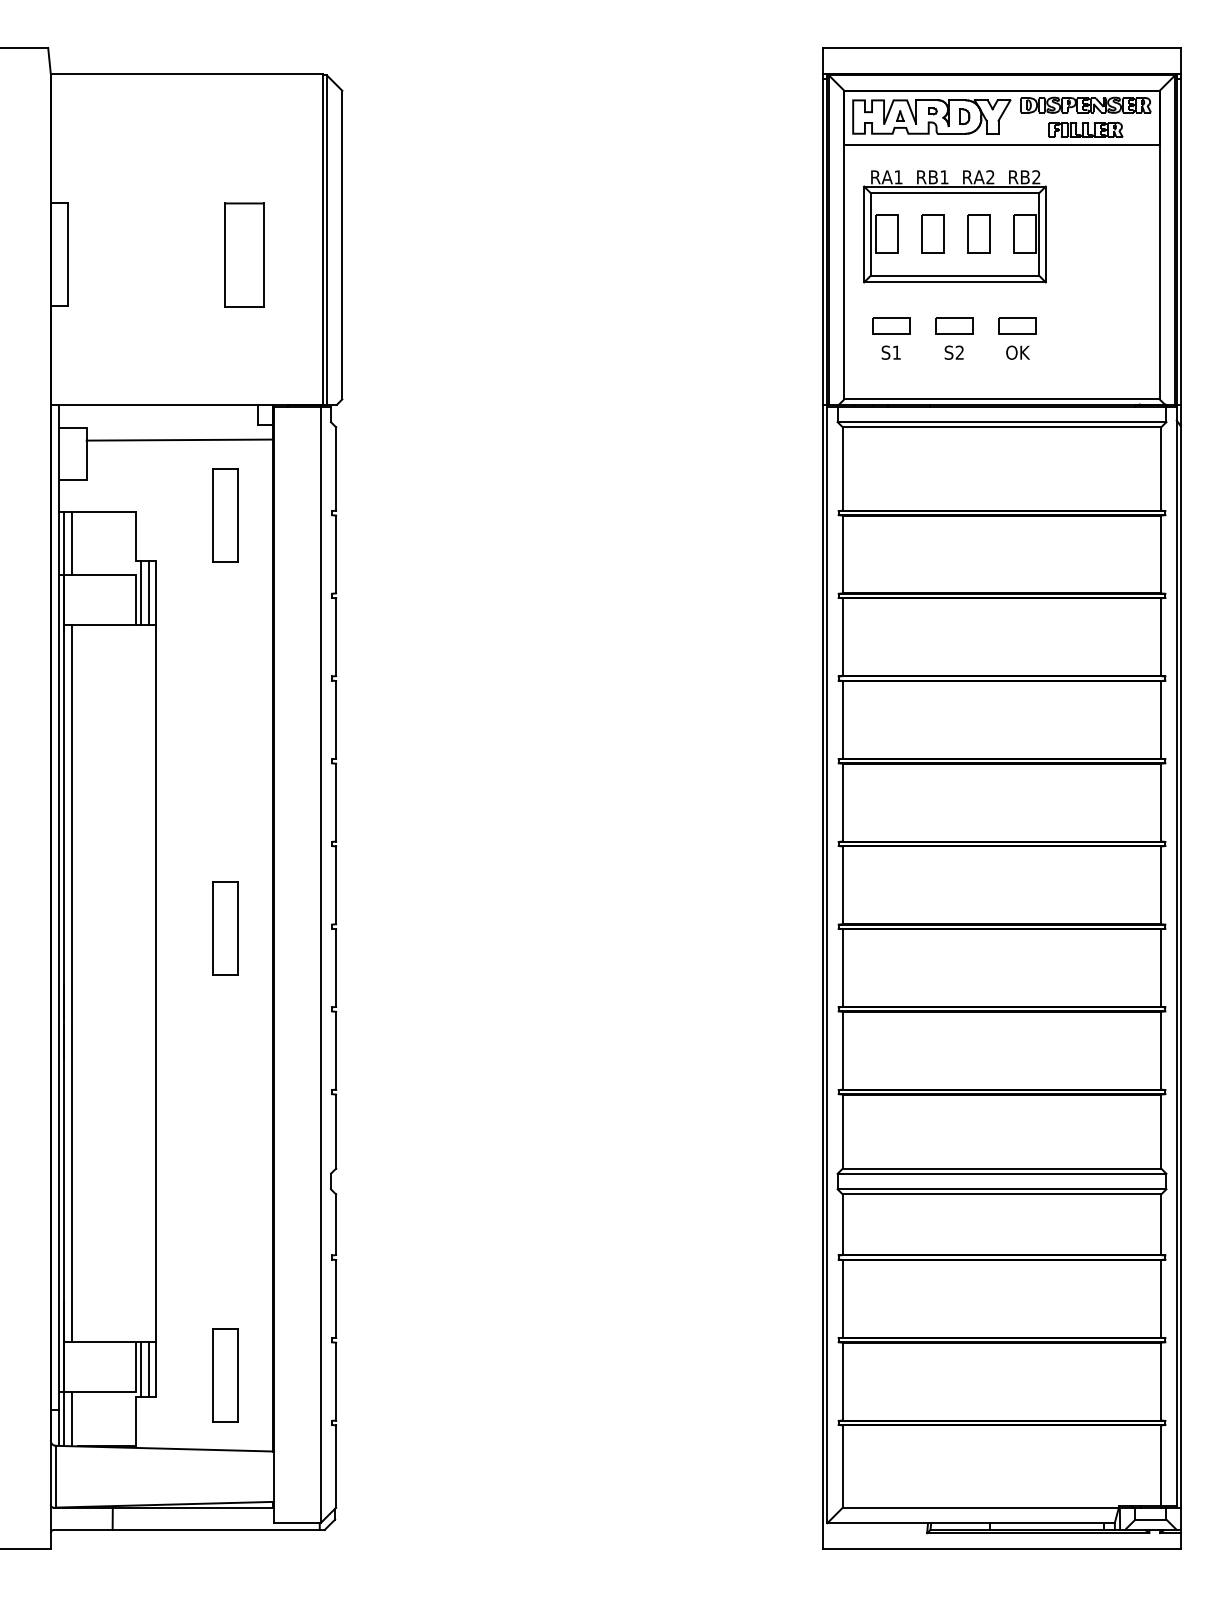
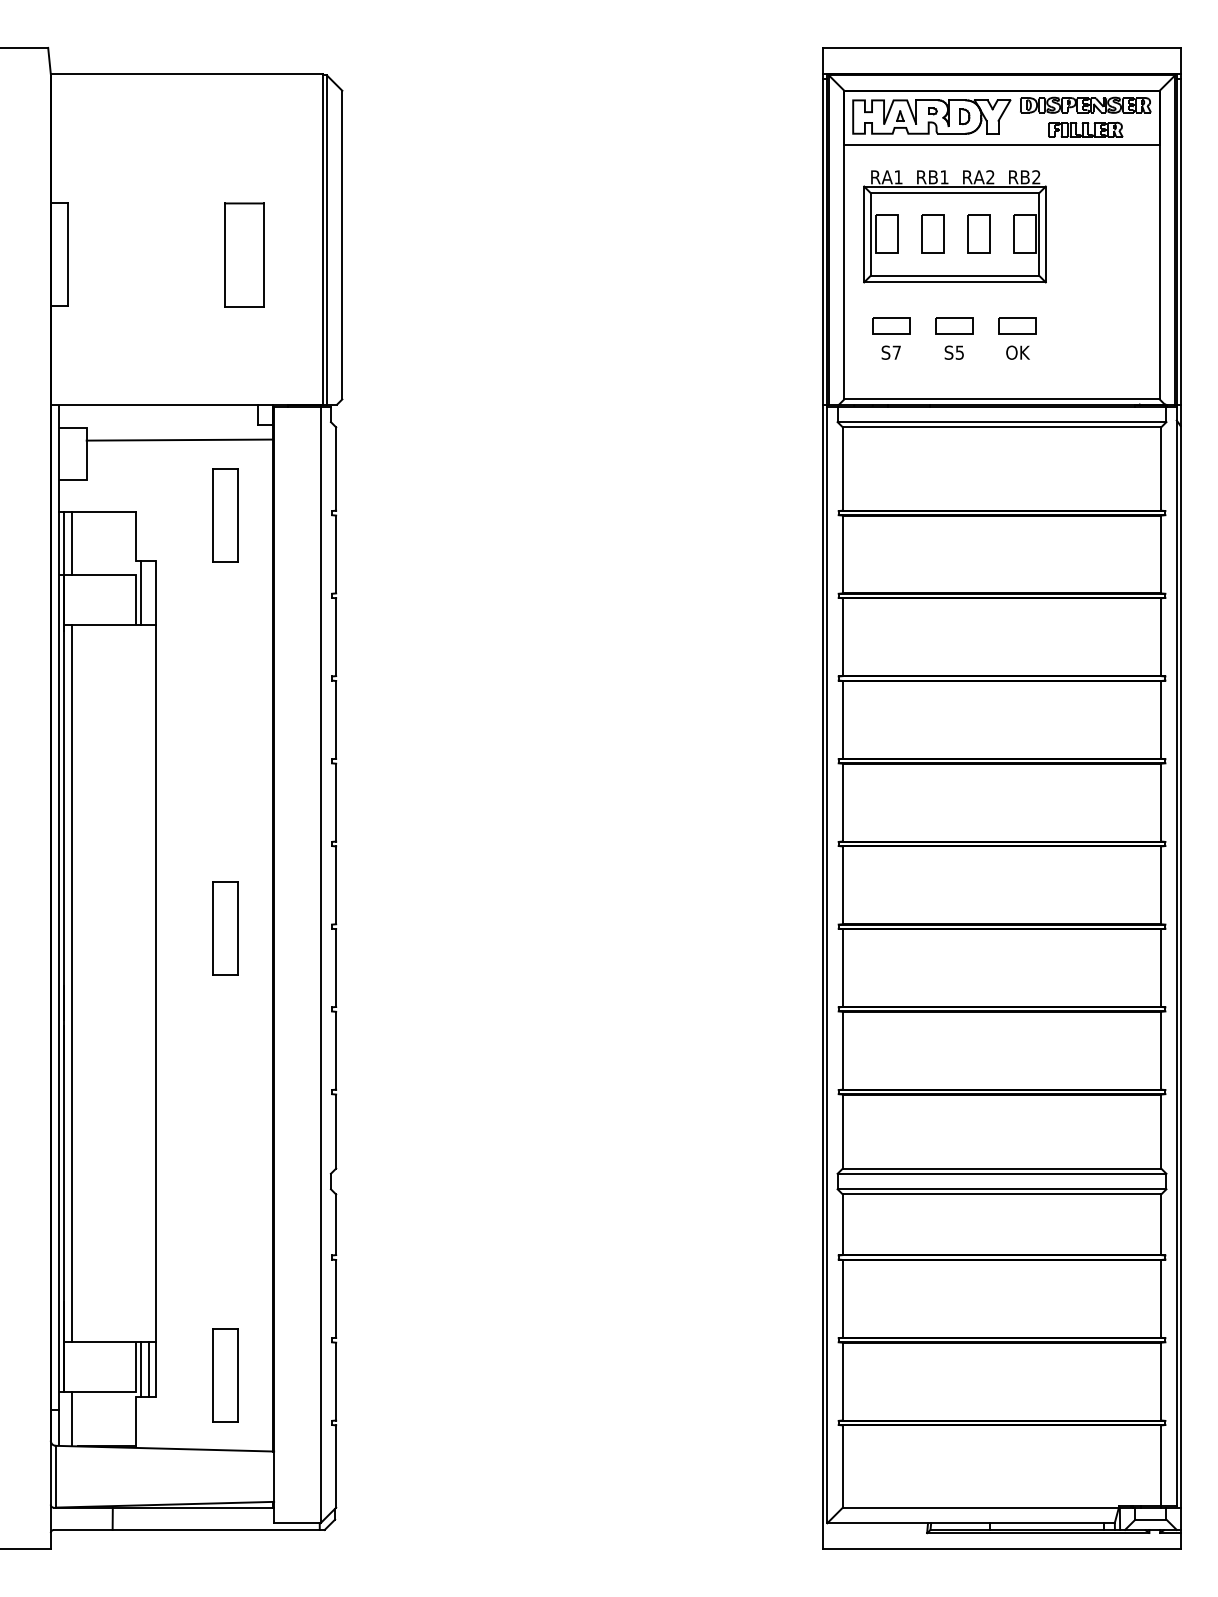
text at (896, 352): S1 -> S7
text at (959, 352): S2 -> S5
line at (149, 592): present -> none
line at (64, 1418): present -> none
